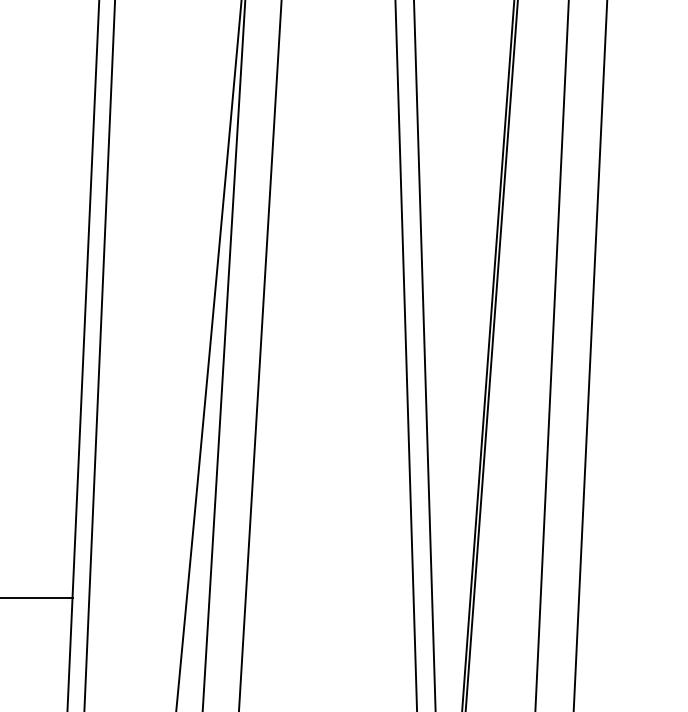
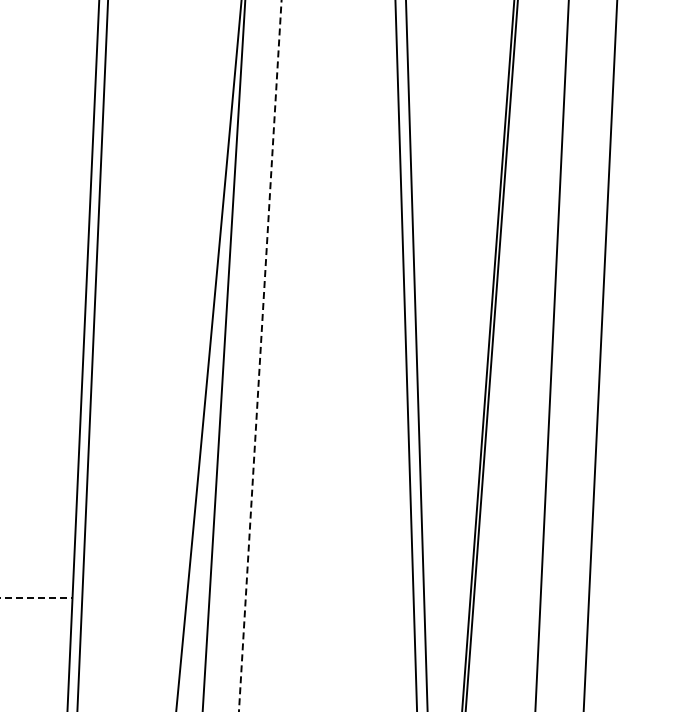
line at (99, 355) position: (99, 355) -> (92, 355)
line at (260, 355): solid -> dashed
line at (424, 355) position: (424, 355) -> (416, 355)
line at (590, 355) position: (590, 355) -> (600, 355)
line at (36, 598): solid -> dashed
